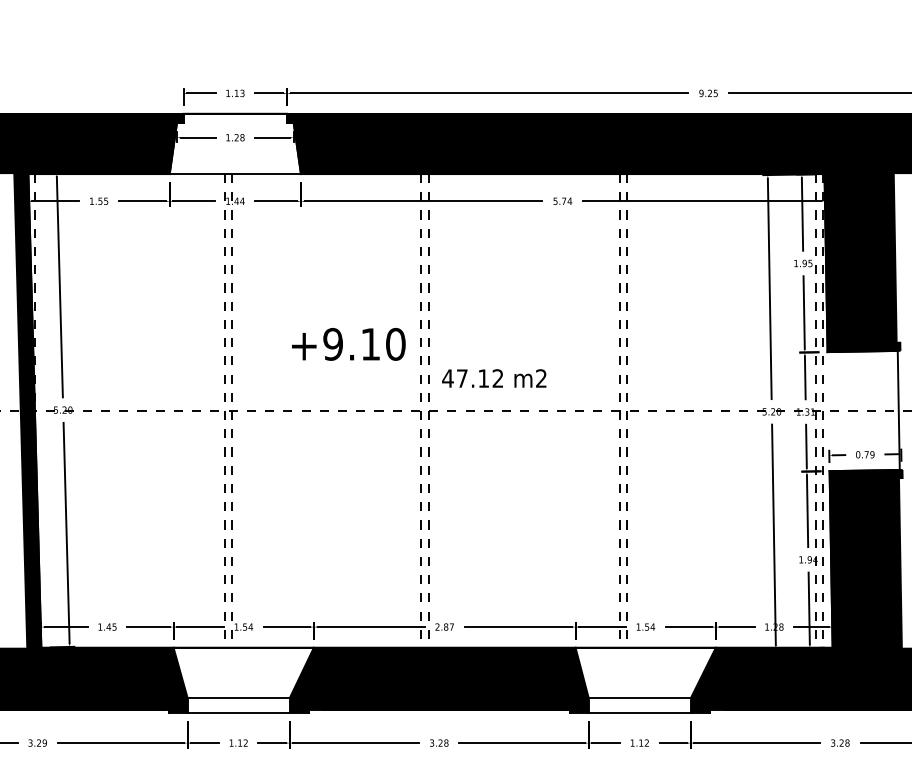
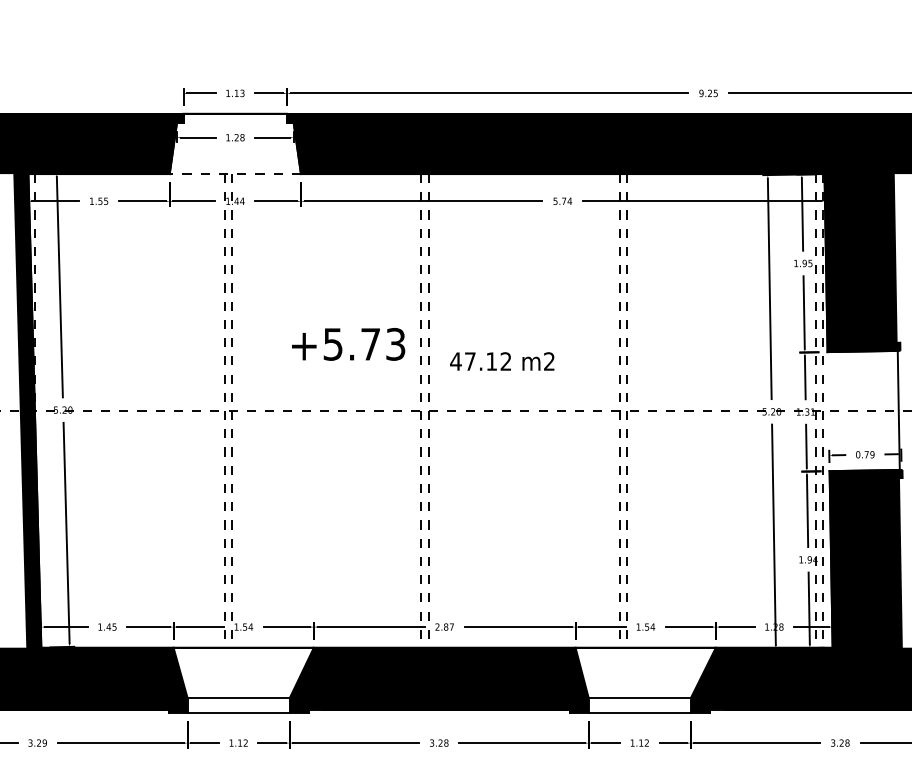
line at (235, 174): solid -> dashed
text at (364, 344): +9.10 -> +5.73
text at (494, 378) position: (494, 378) -> (502, 361)
